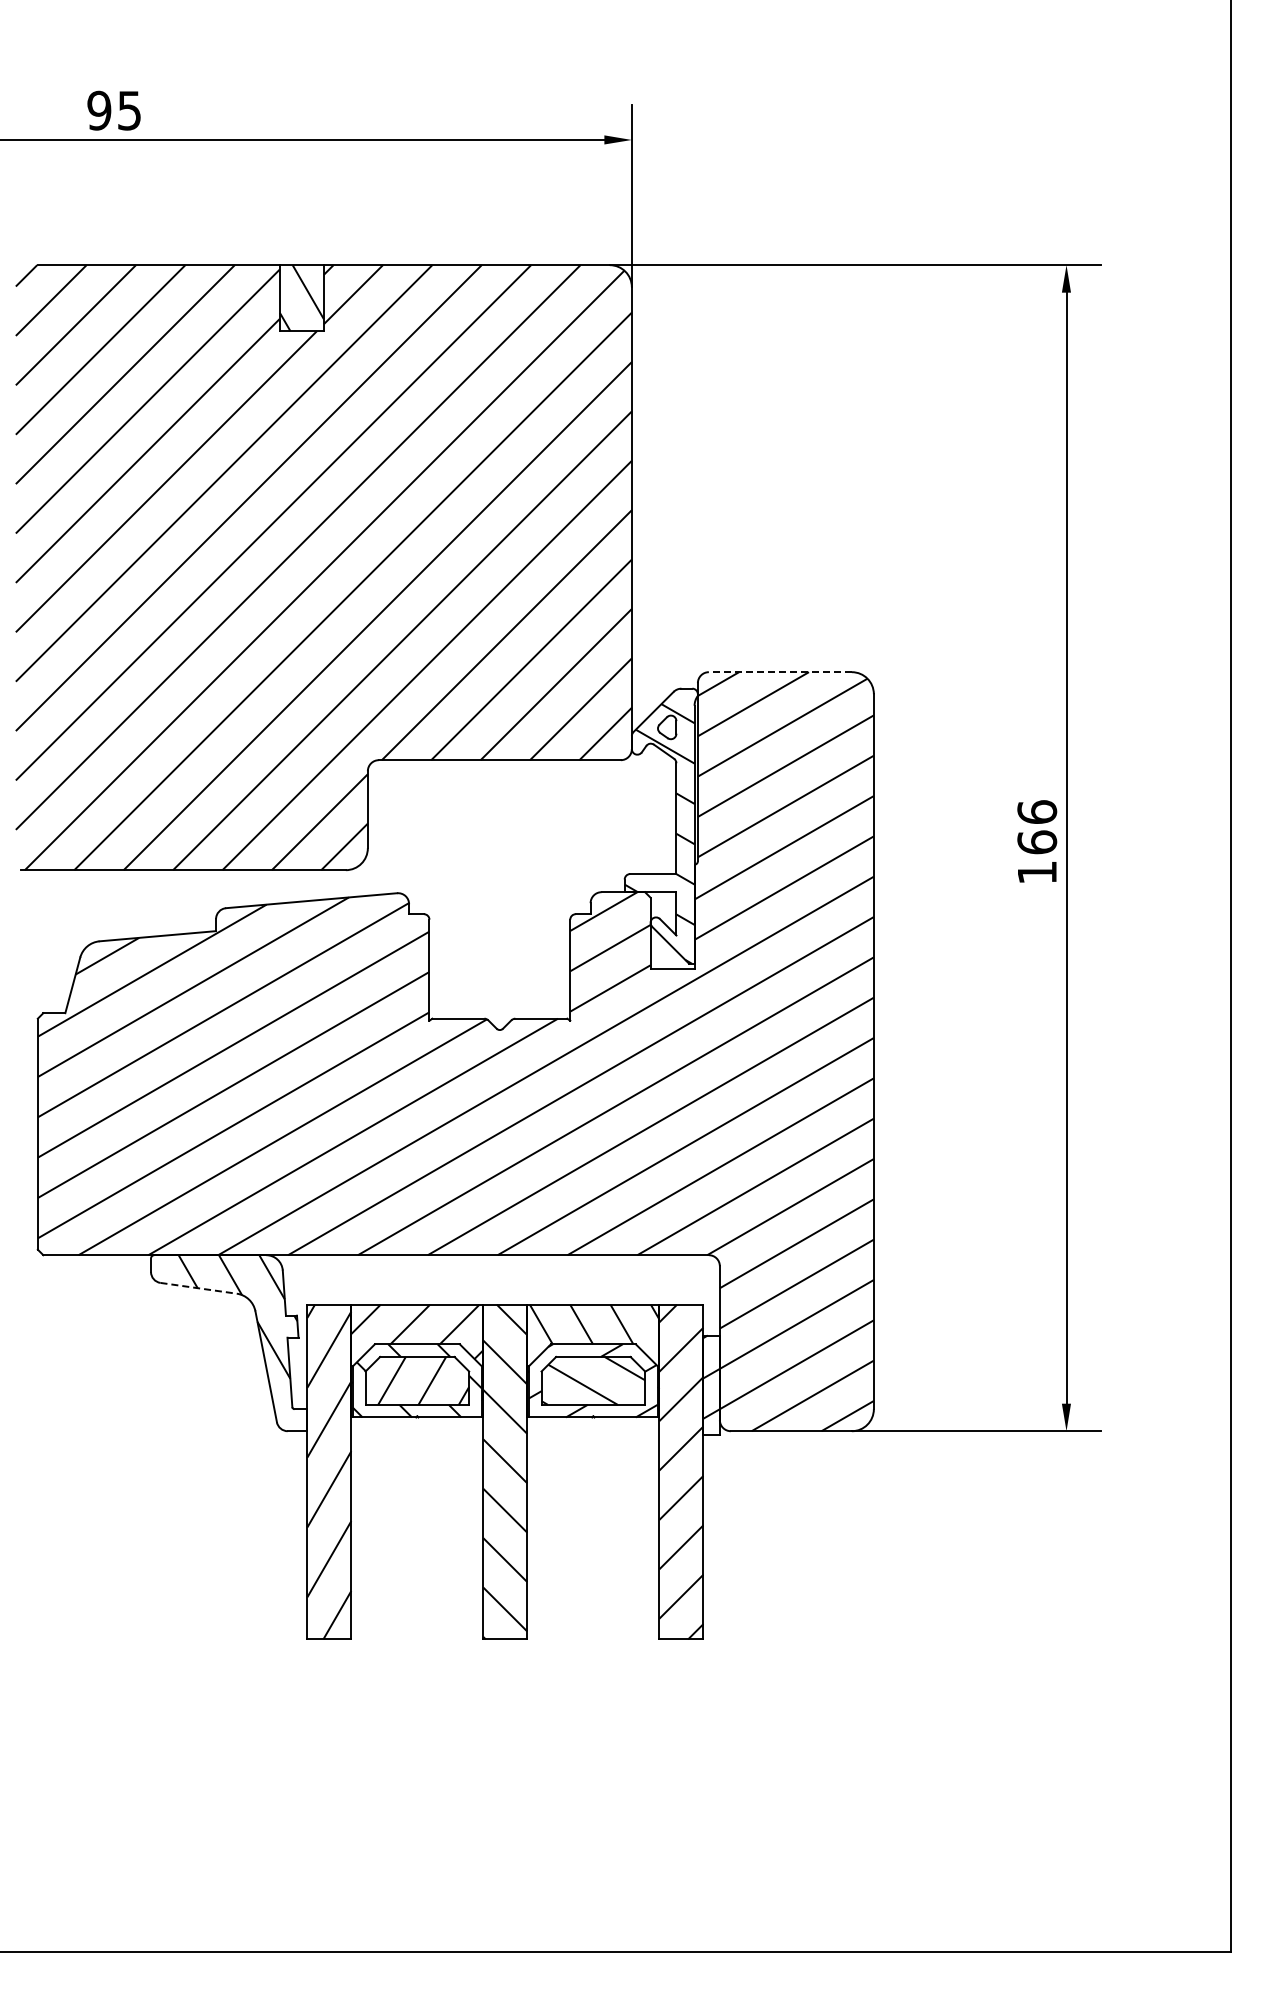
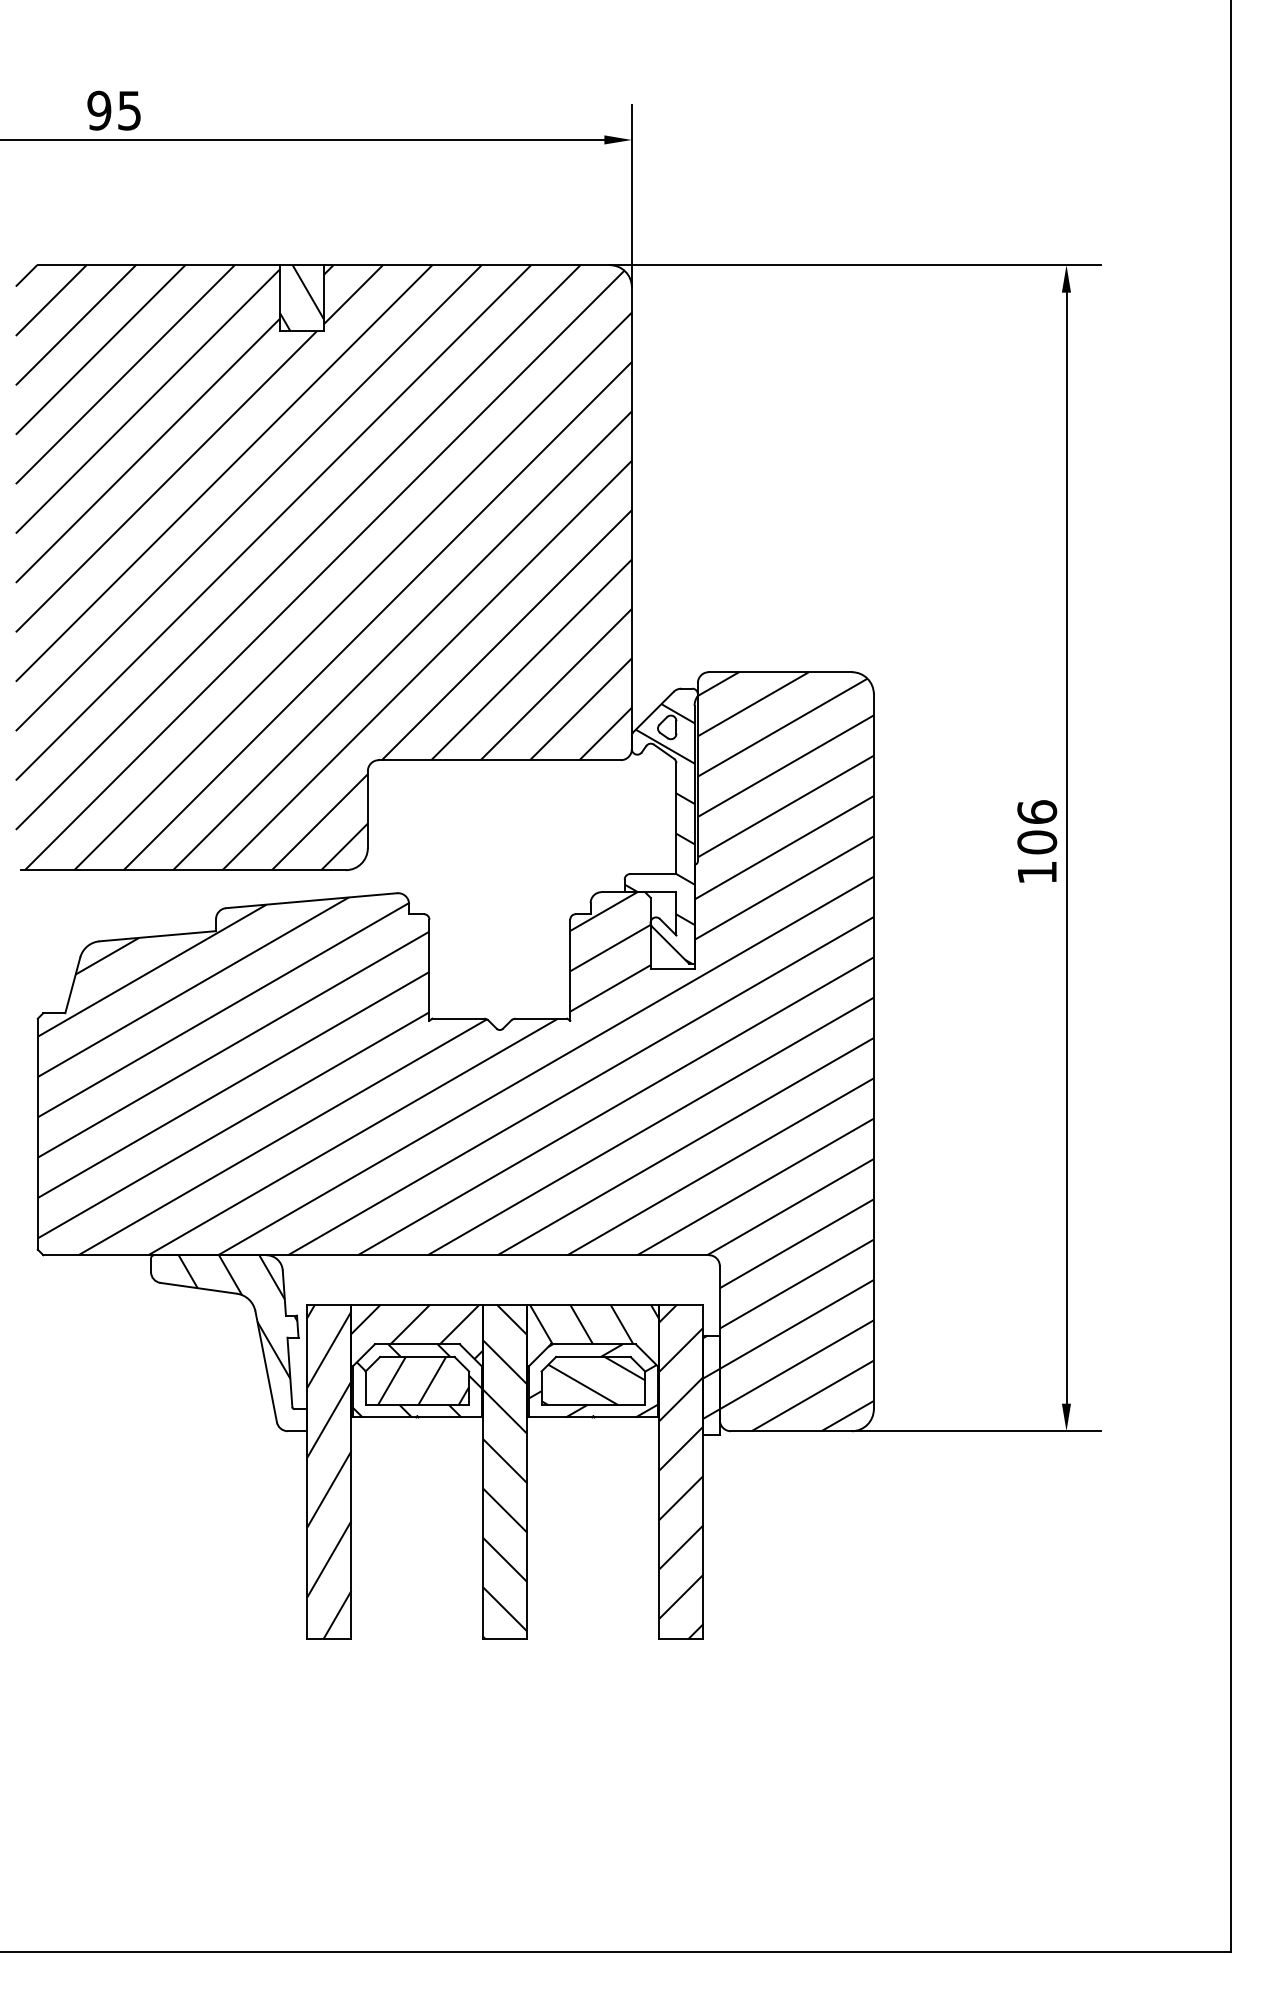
line at (780, 672): dashed -> solid
text at (1036, 842): 166 -> 106
line at (198, 1288): dashed -> solid
